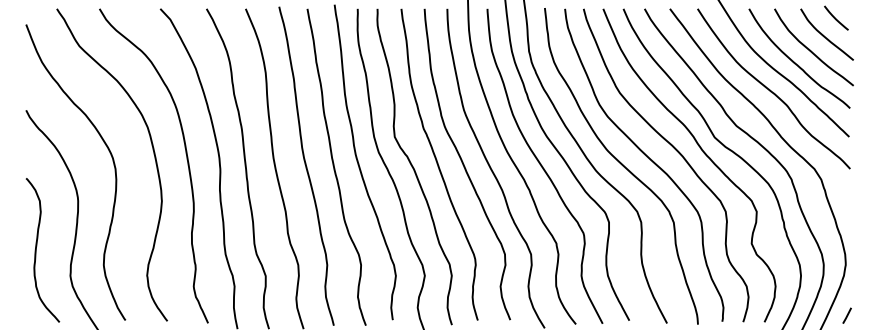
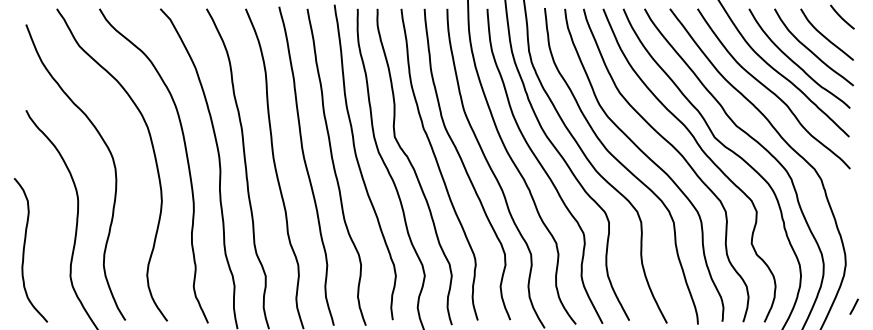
curve at (835, 17) position: (835, 17) -> (841, 16)
curve at (36, 250) position: (36, 250) -> (24, 250)
line at (846, 315) position: (846, 315) -> (853, 306)
